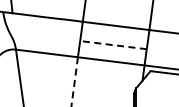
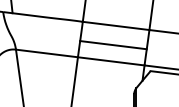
line at (113, 45): dashed -> solid
line at (74, 82): dashed -> solid
